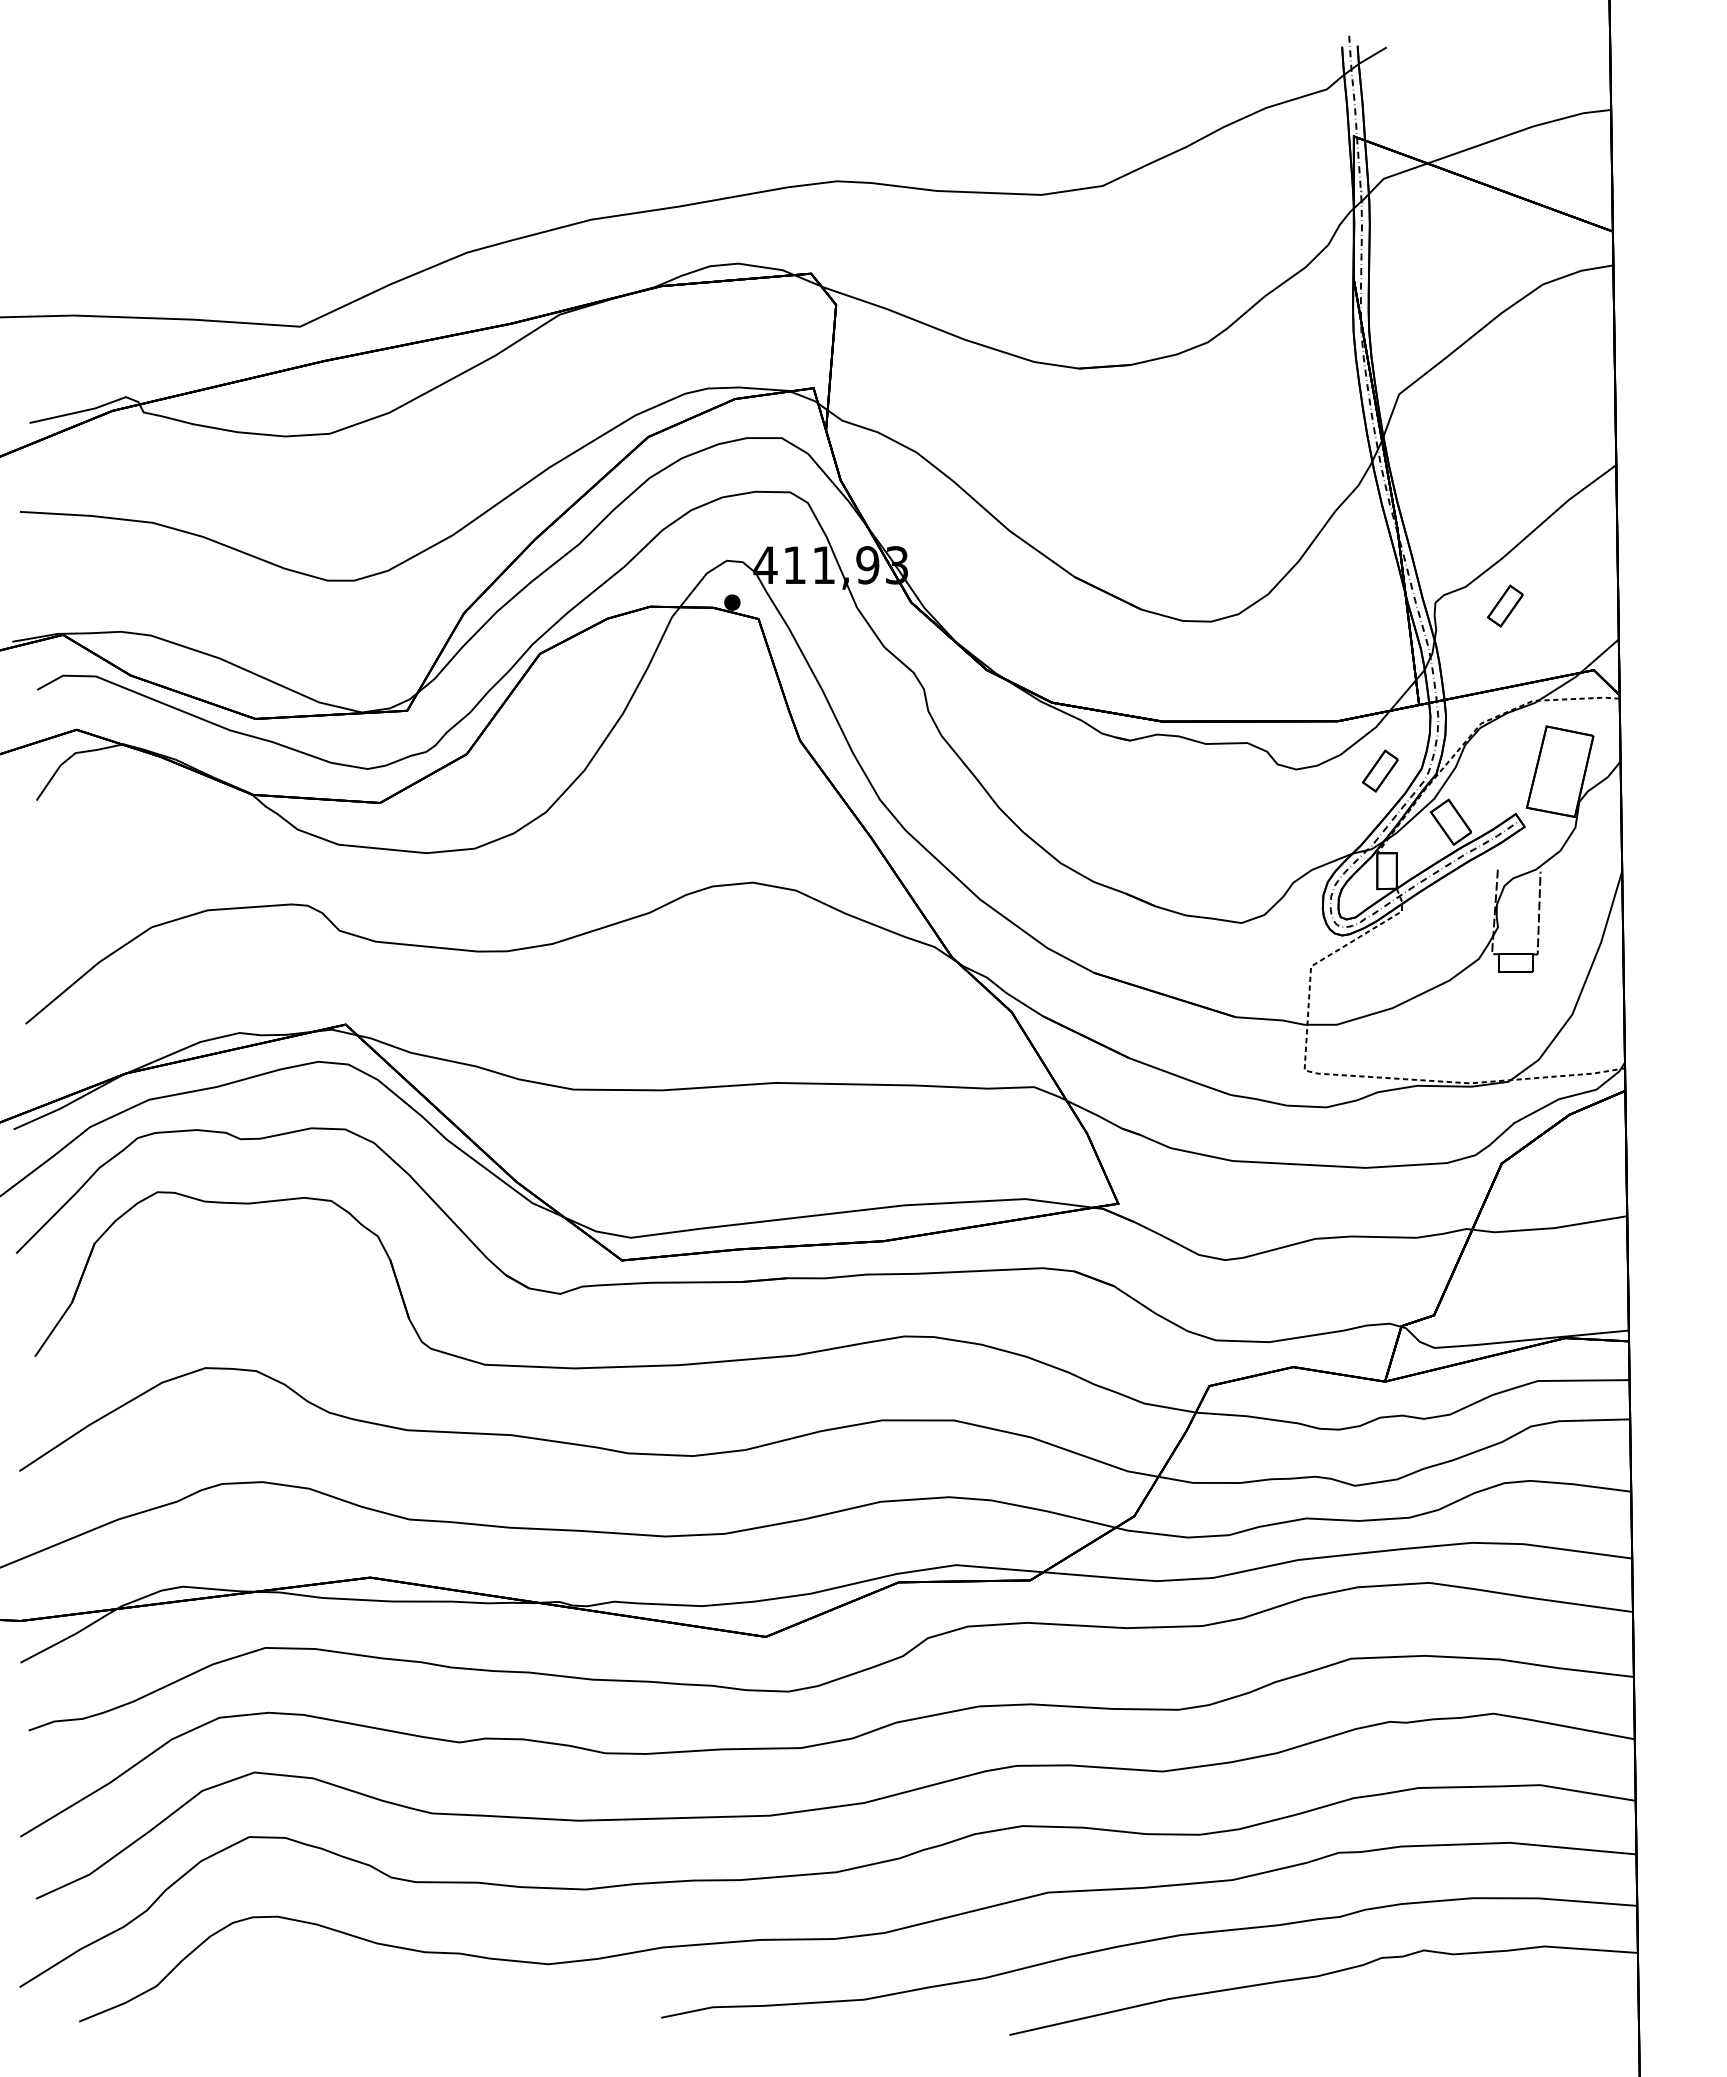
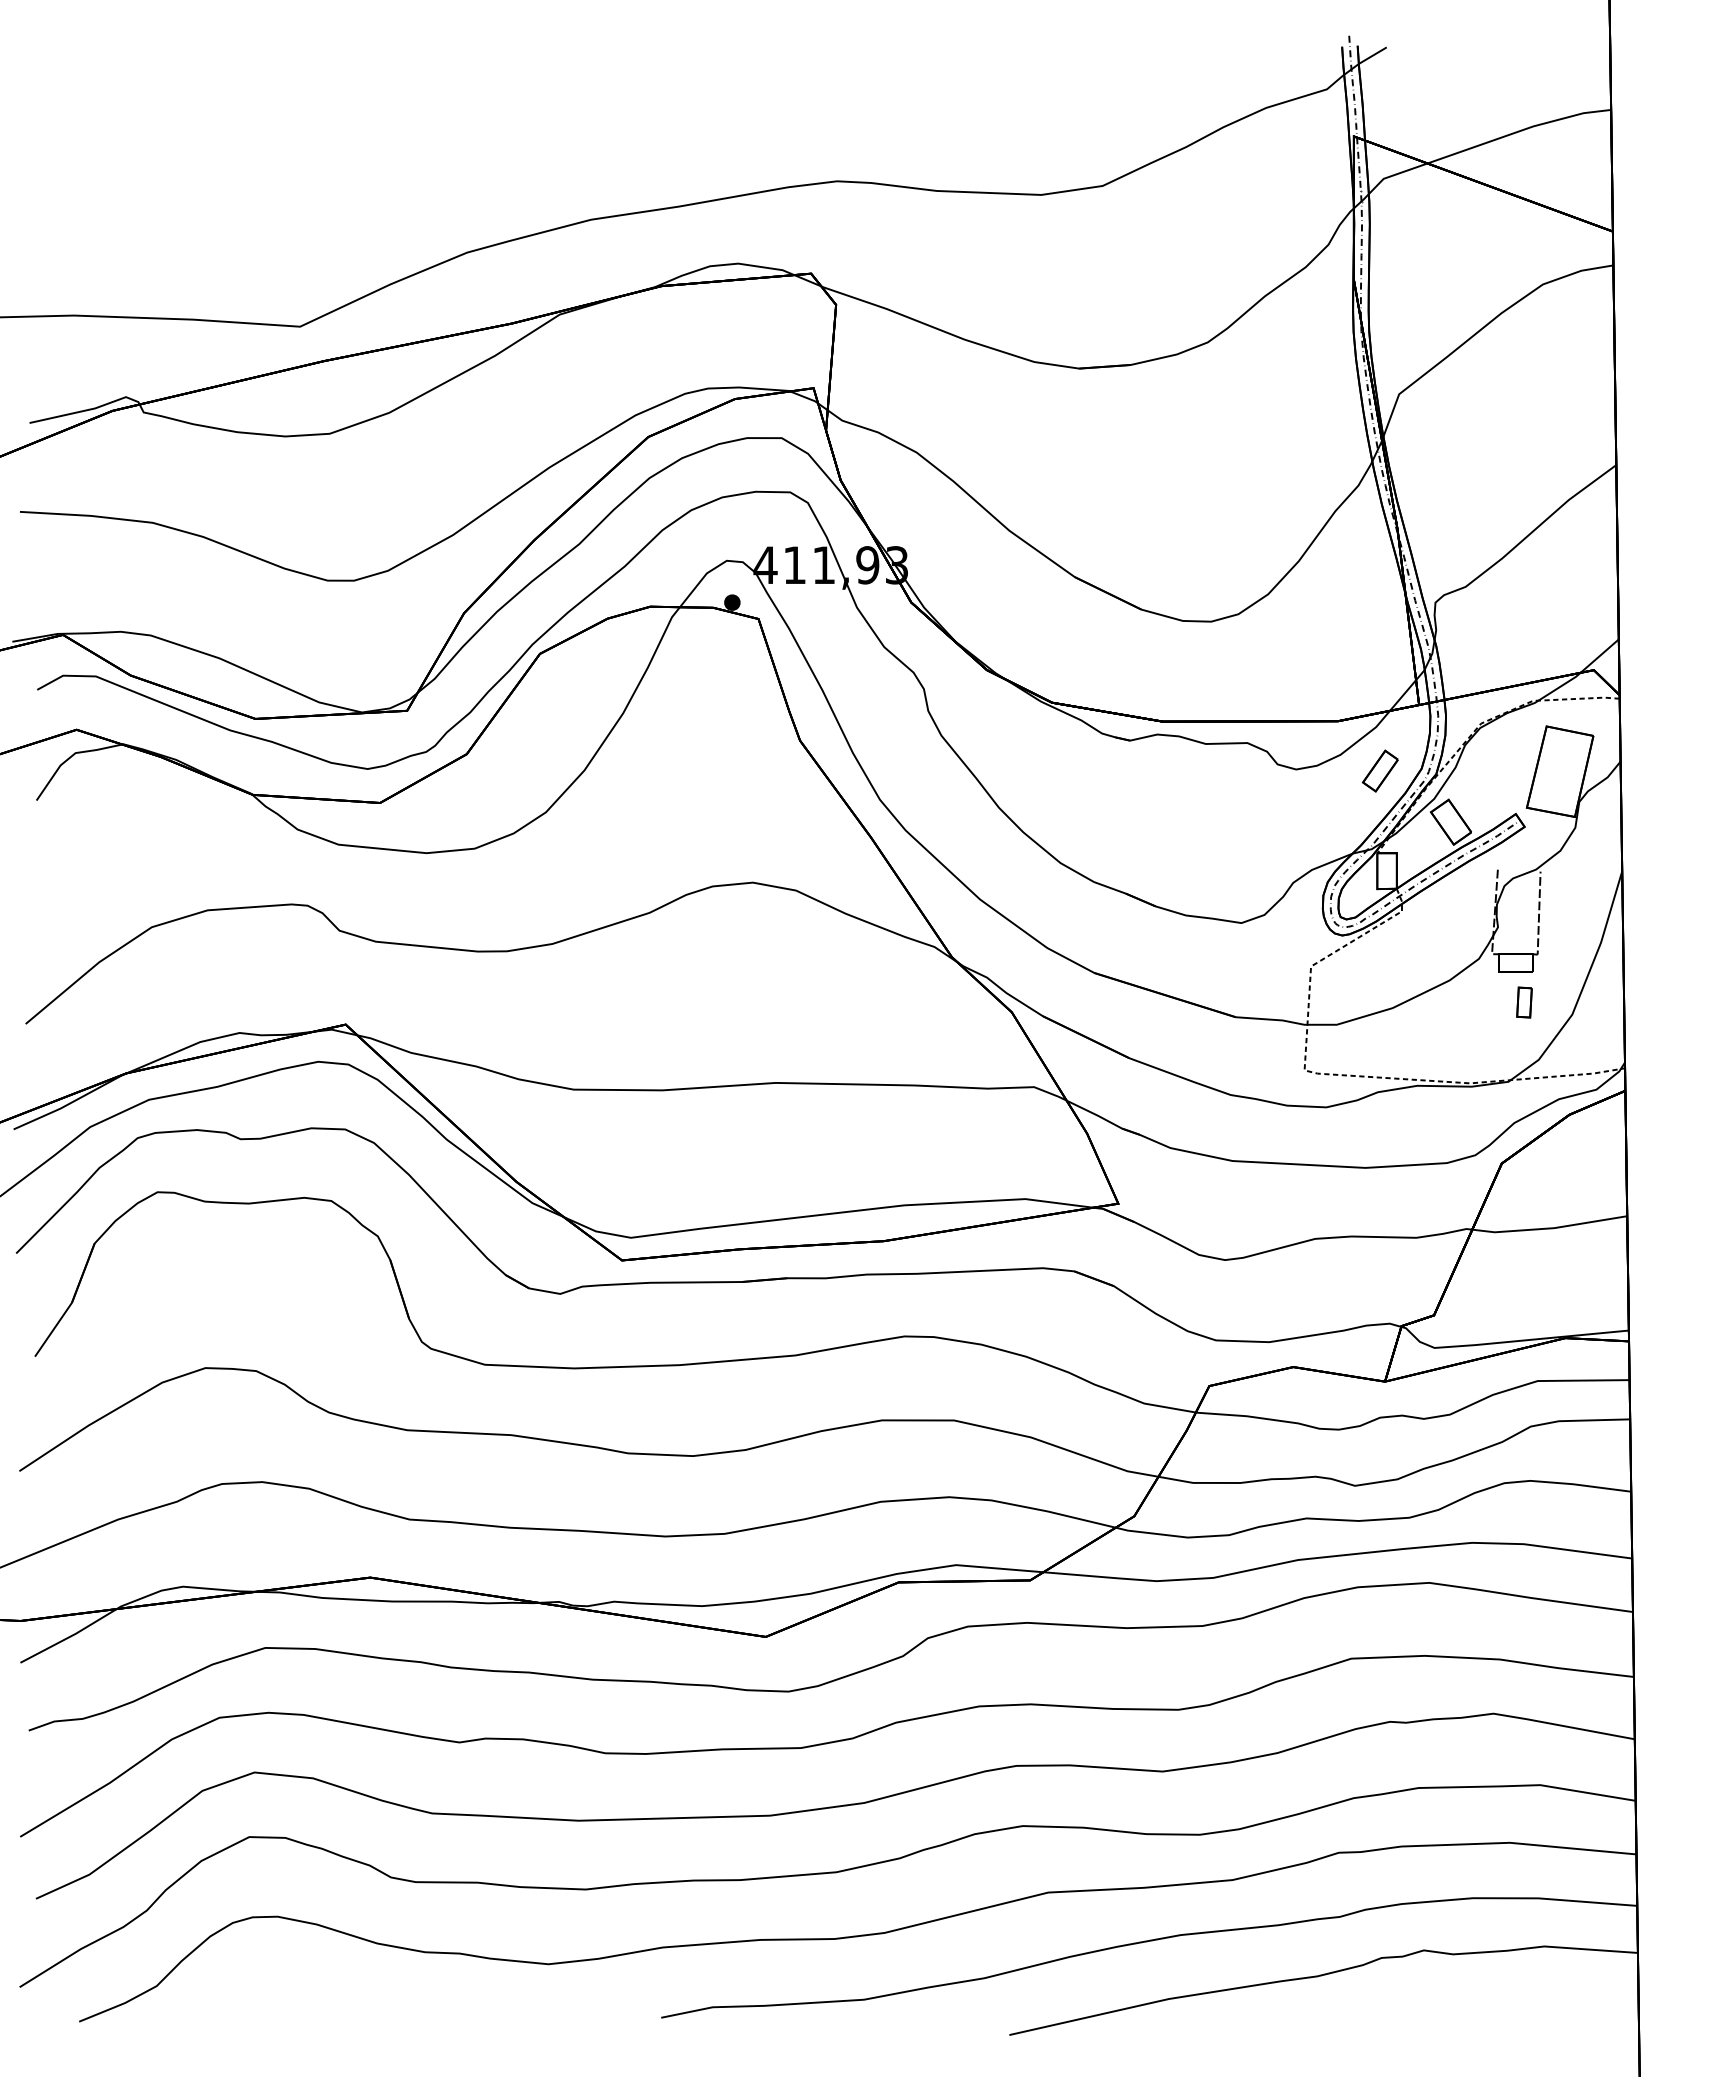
part at (1504, 605): present -> none
part at (1524, 1002): none -> present
